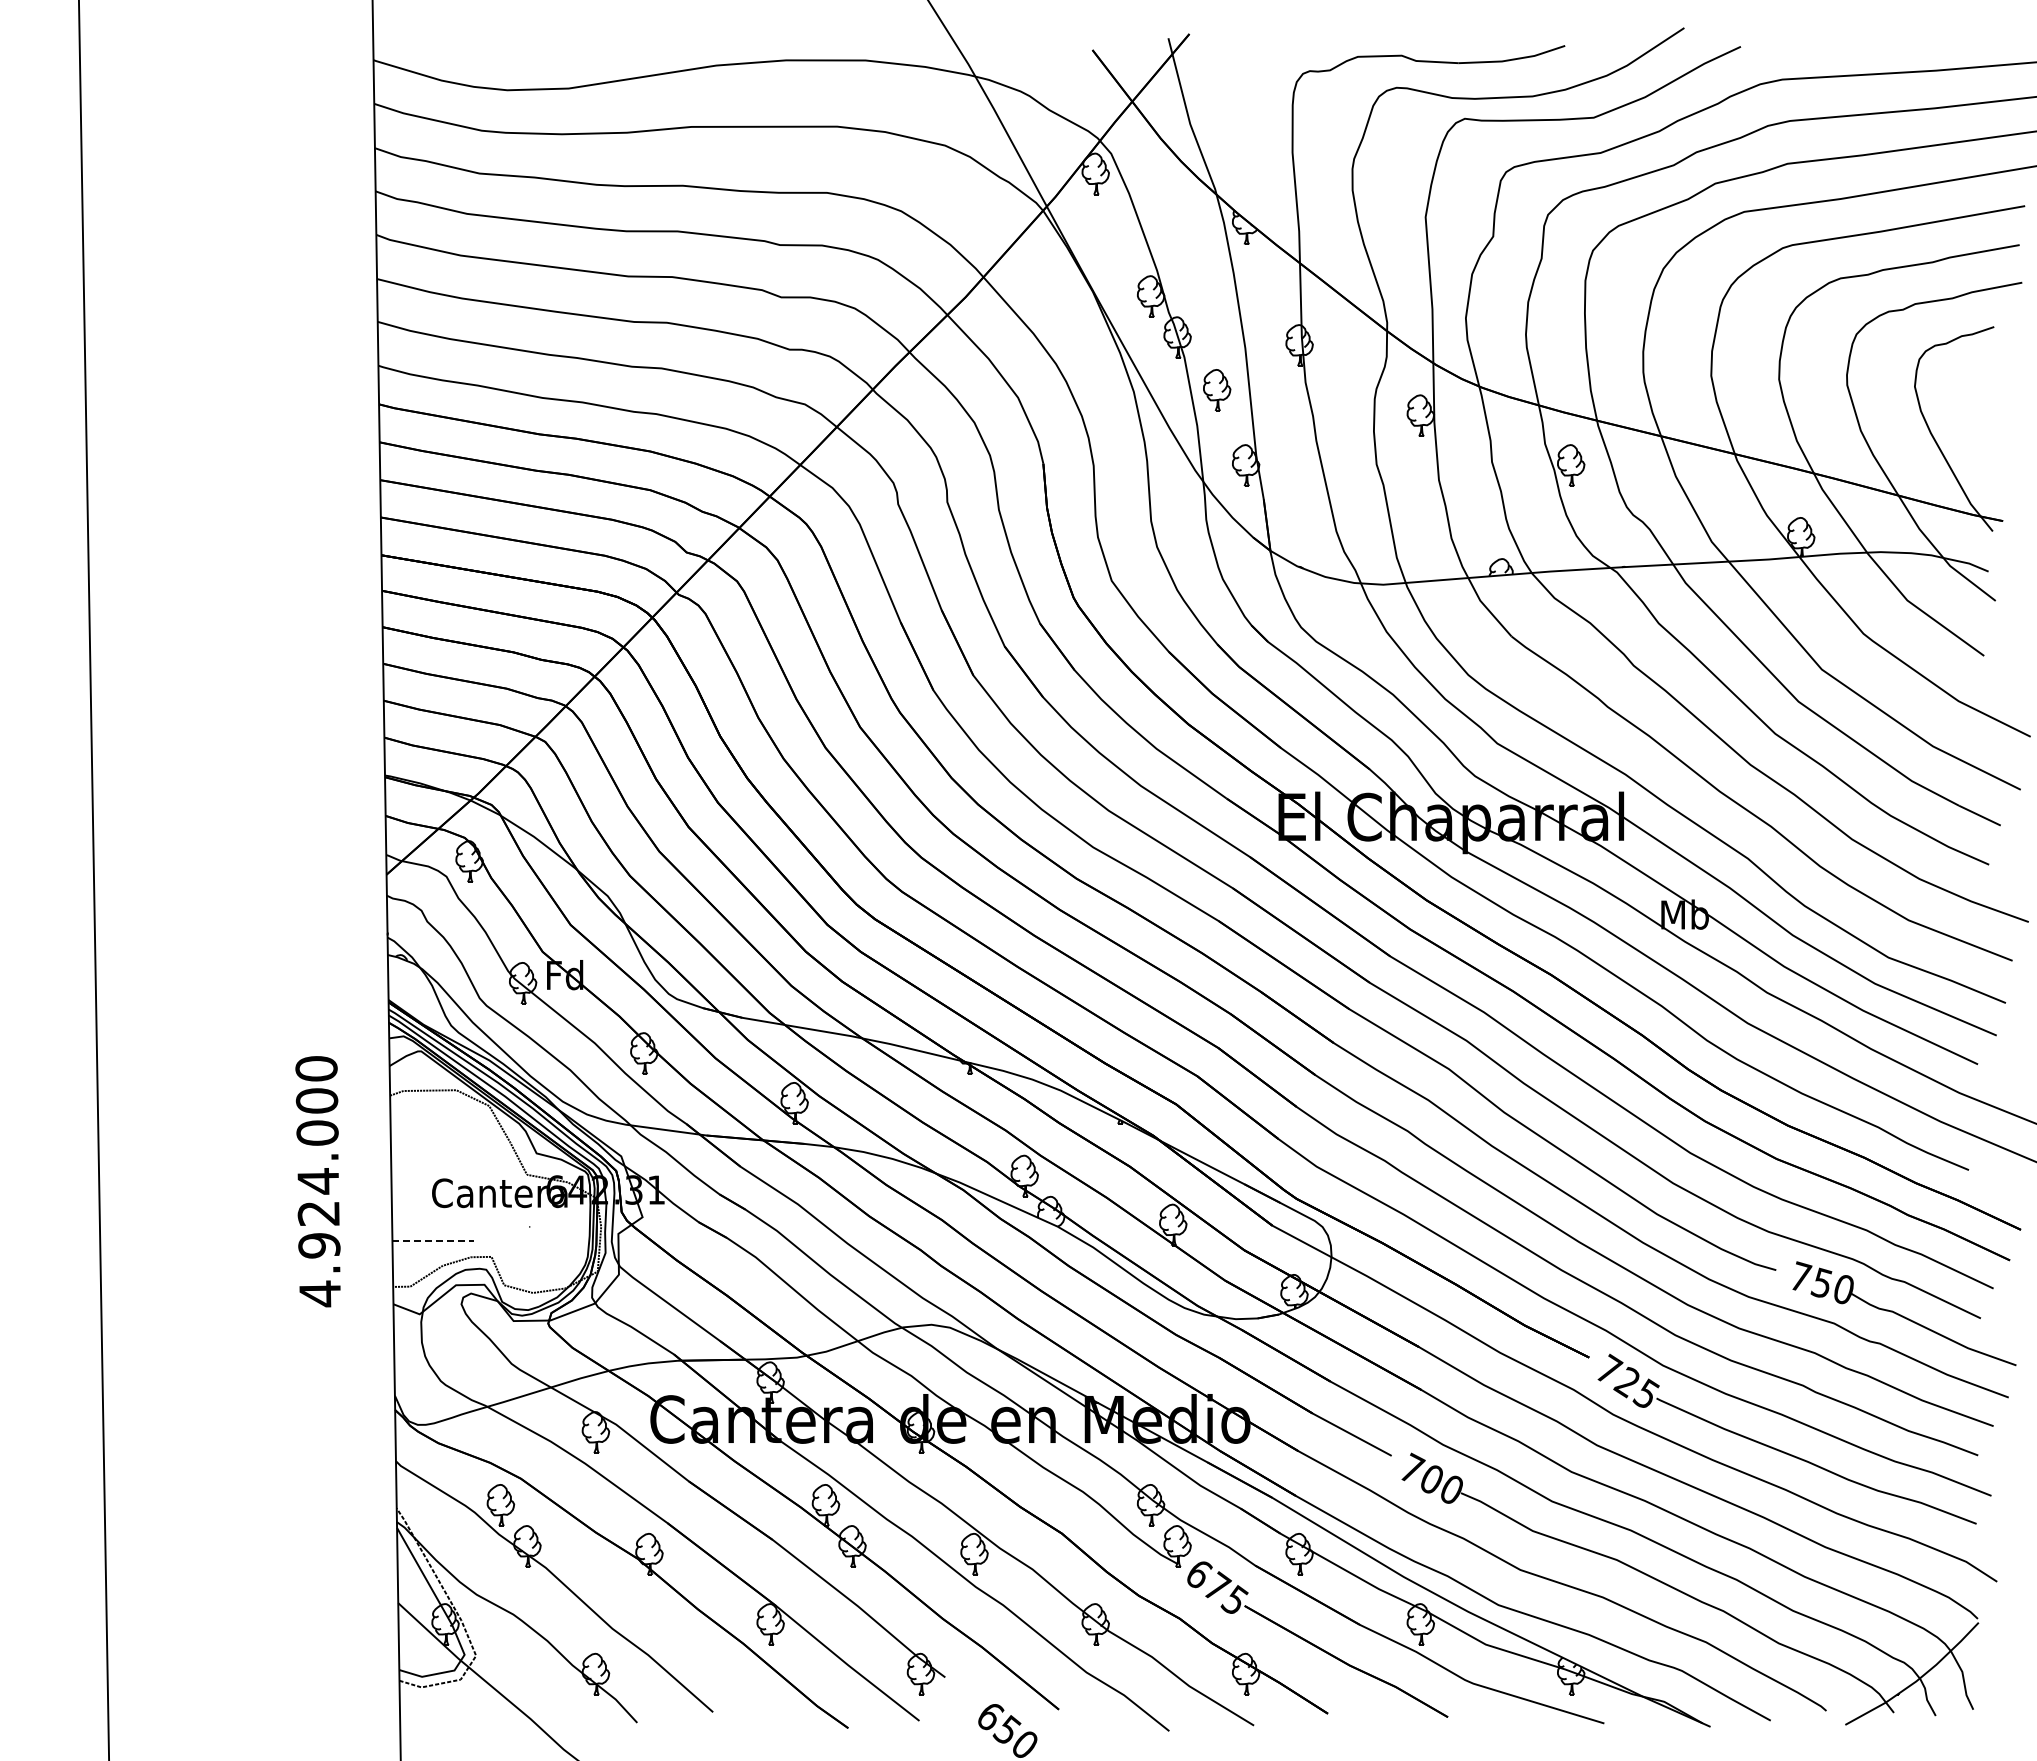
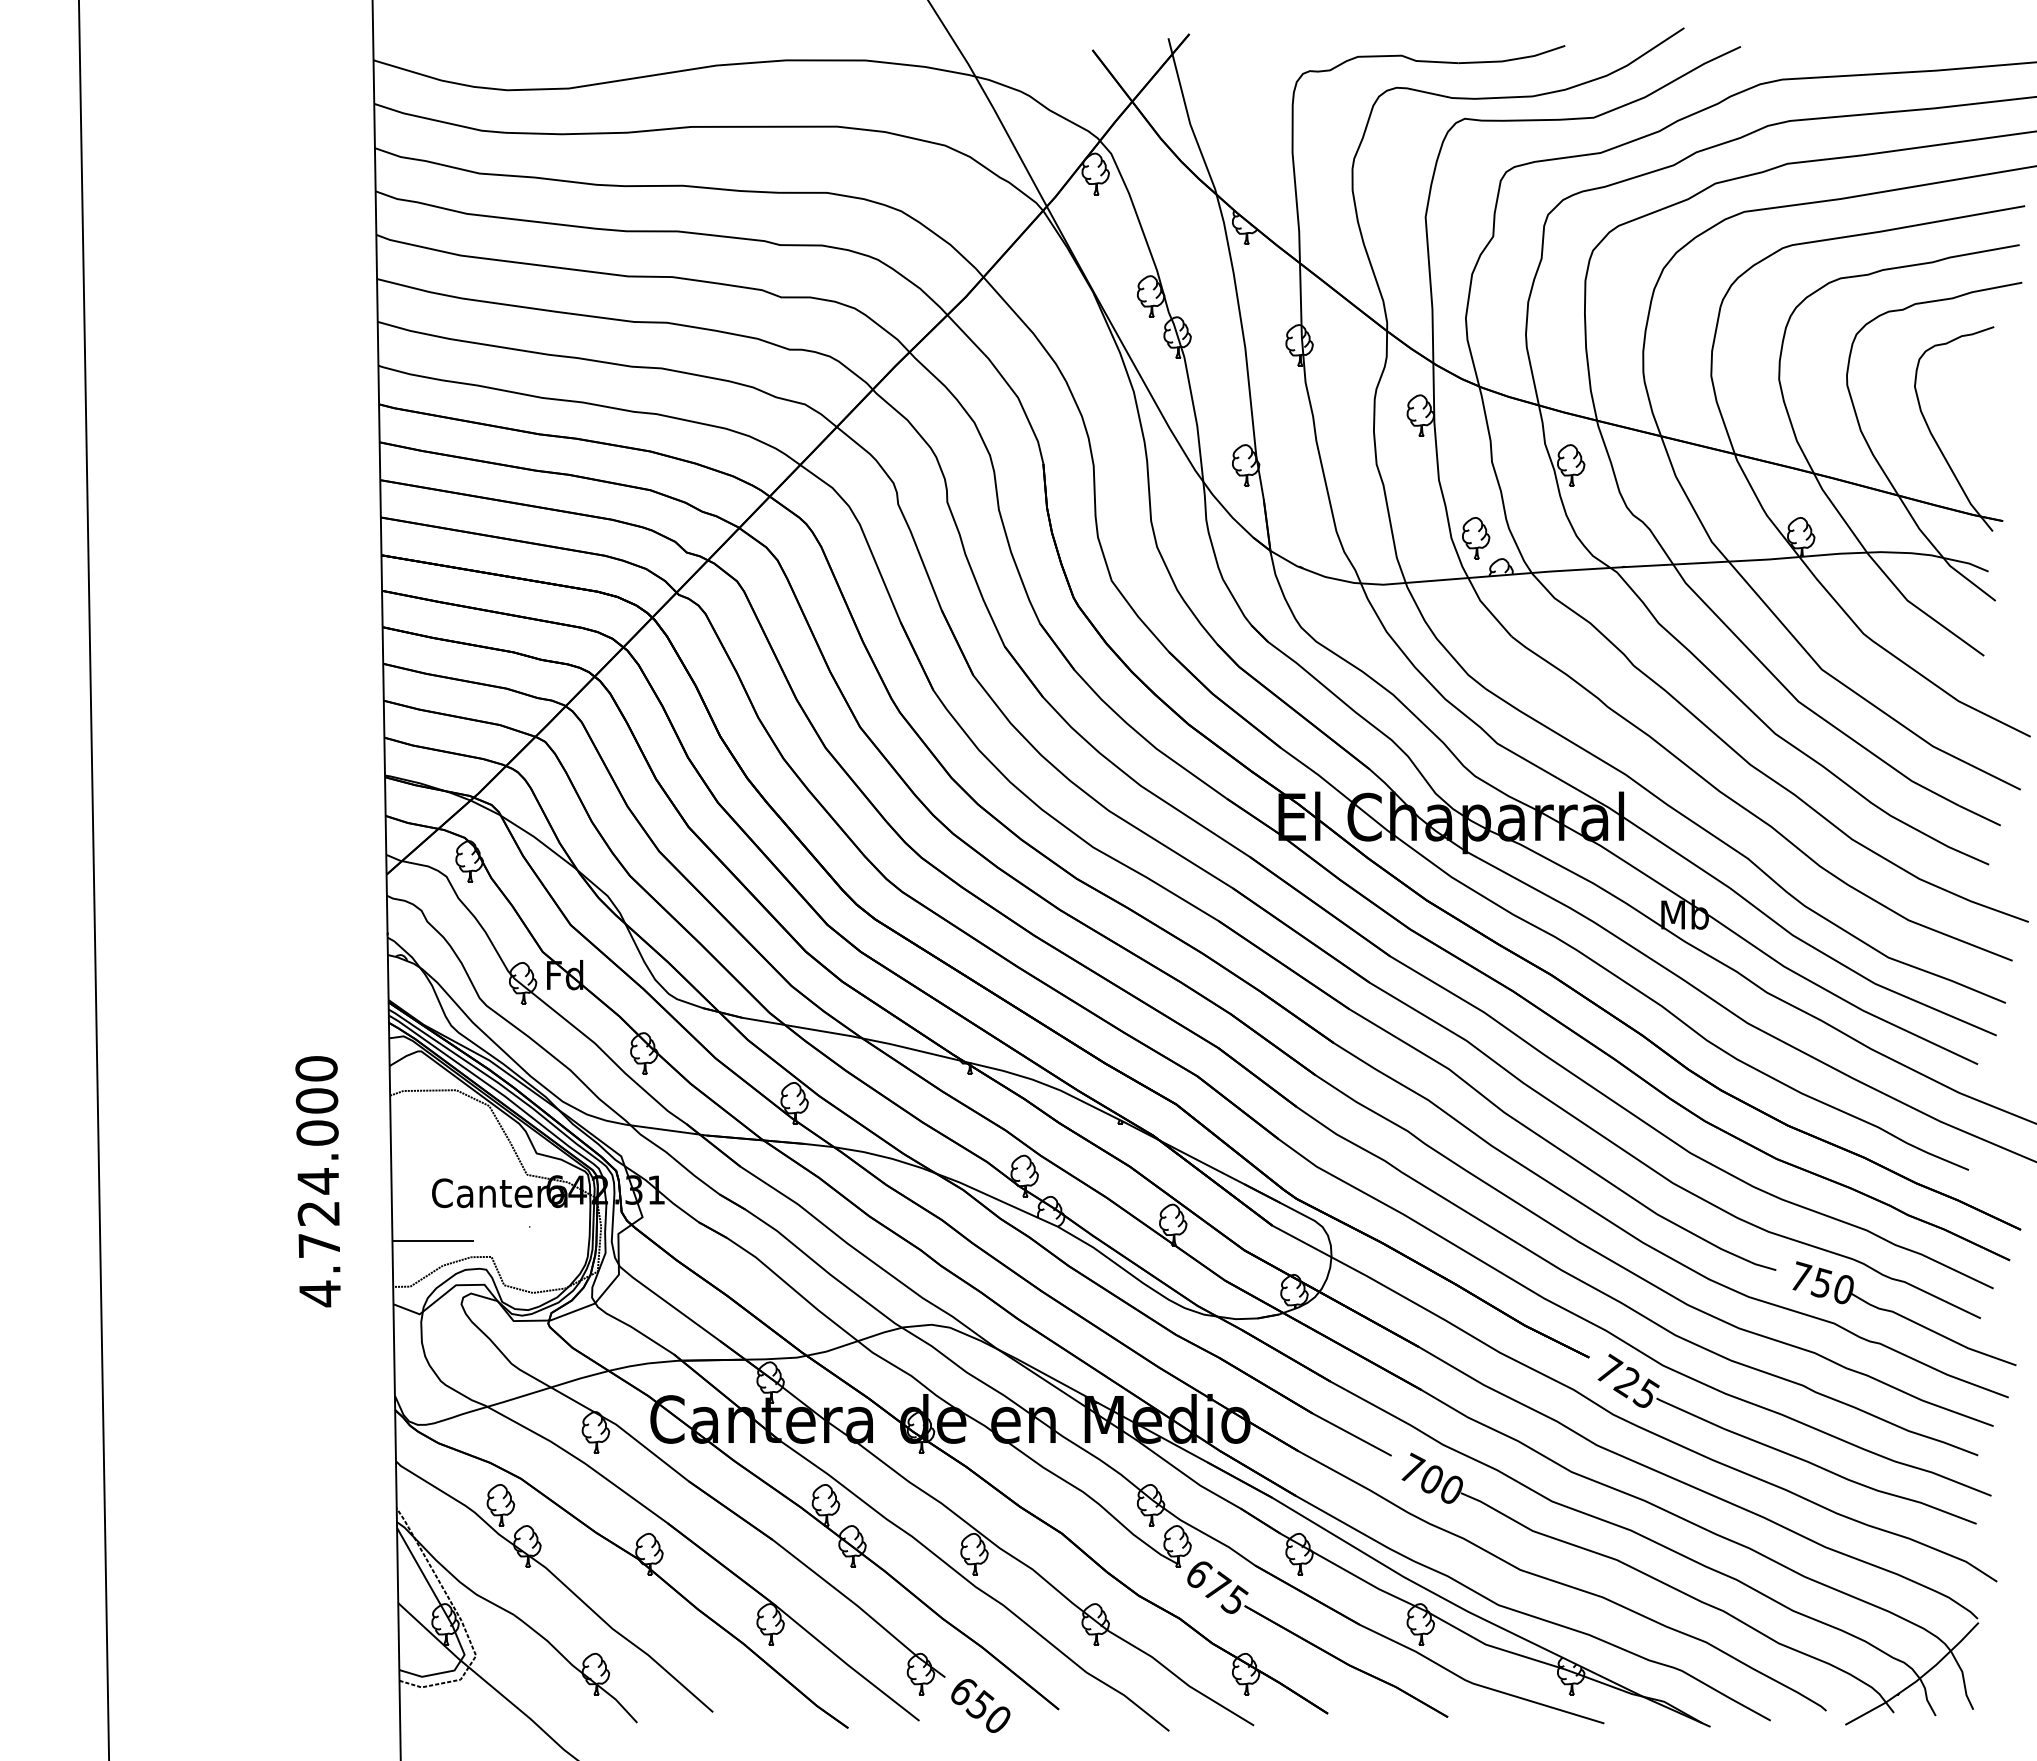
part at (1217, 390) position: (1217, 390) -> (1476, 538)
line at (433, 1241): dashed -> solid
text at (319, 1245): 4.924.000 -> 4.724.000
text at (1007, 1730) position: (1007, 1730) -> (980, 1705)
